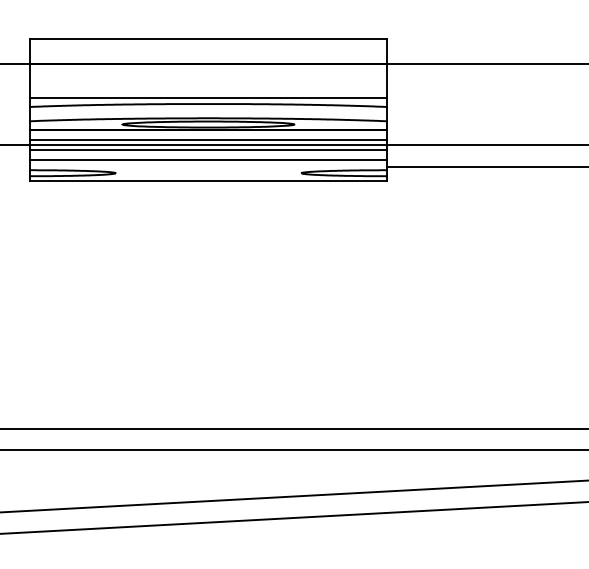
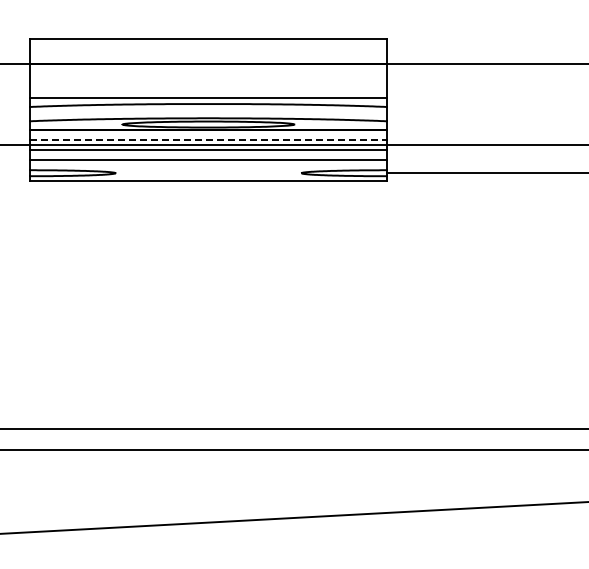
line at (208, 139): solid -> dashed
line at (486, 166) position: (486, 166) -> (486, 172)
line at (293, 496): present -> none
